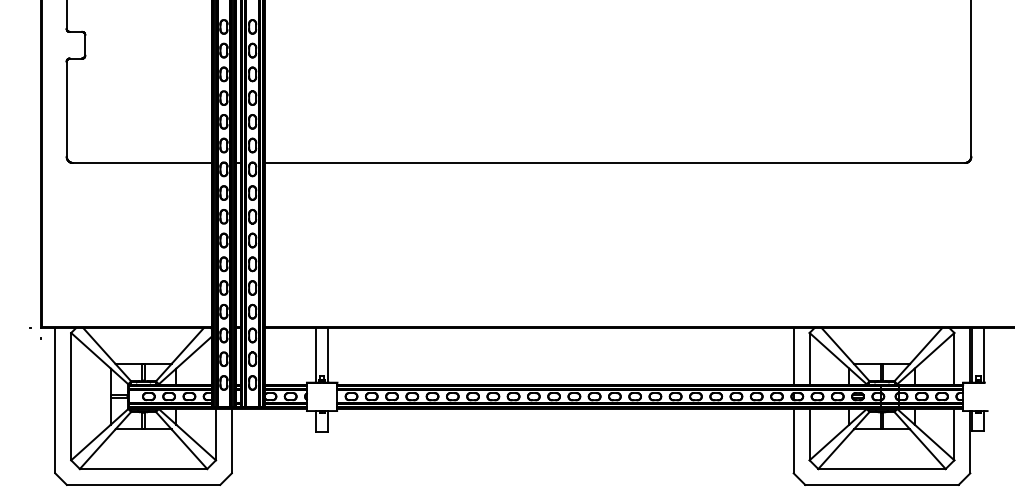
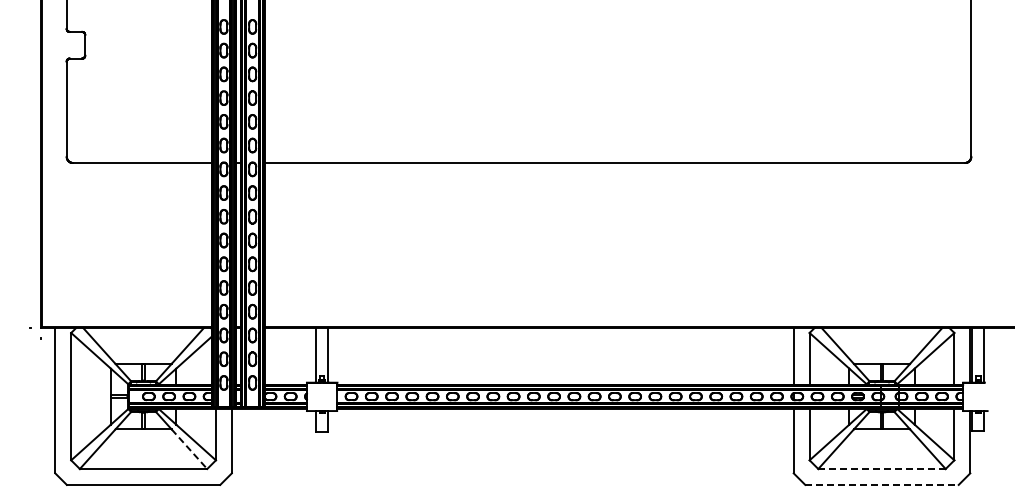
line at (189, 449): solid -> dashed
line at (882, 469): solid -> dashed
line at (882, 484): solid -> dashed
